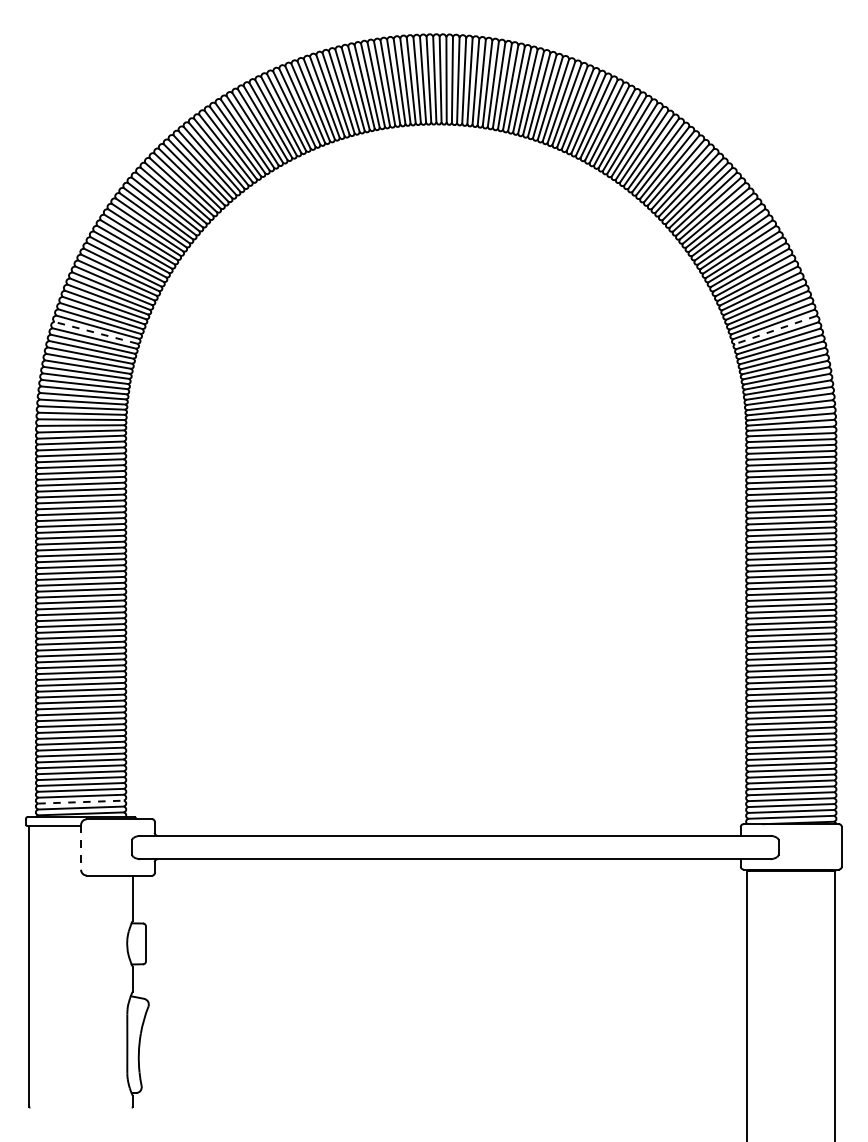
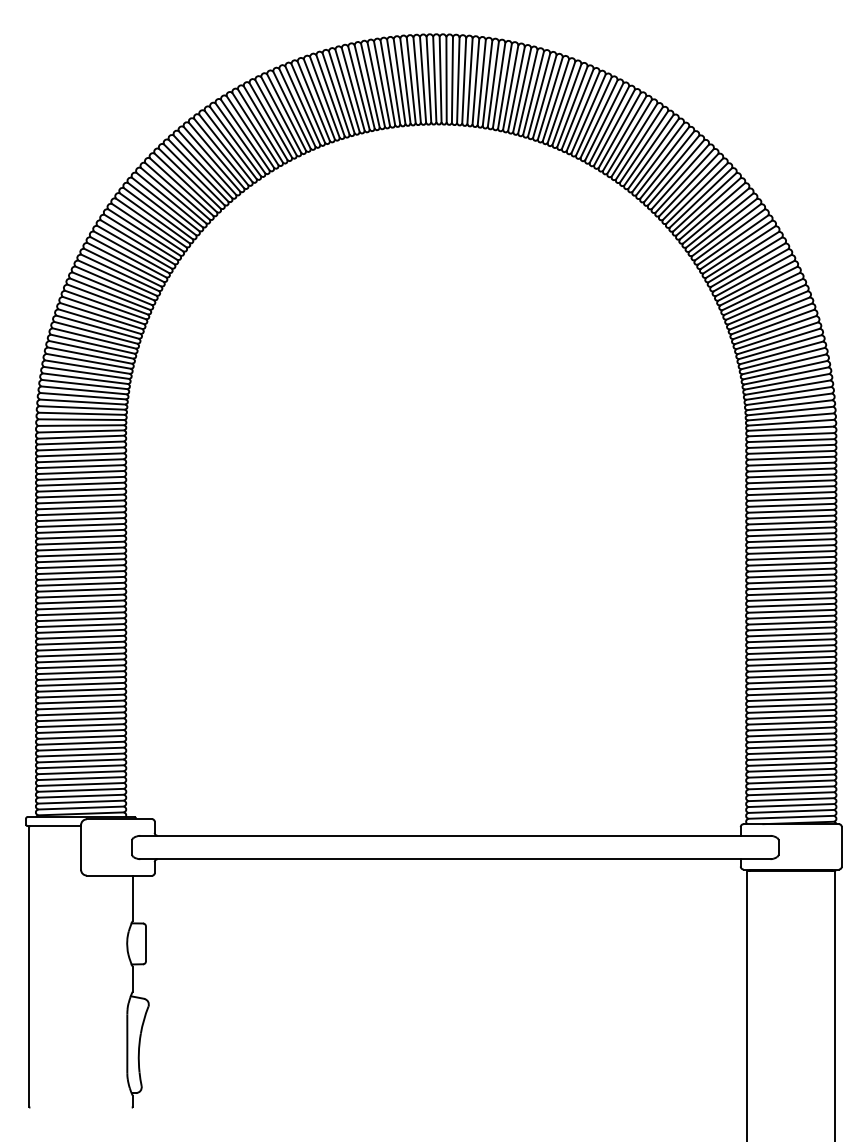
line at (775, 330): dashed -> solid
line at (95, 332): dashed -> solid
line at (81, 802): dashed -> solid
line at (81, 847): dashed -> solid
